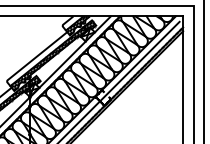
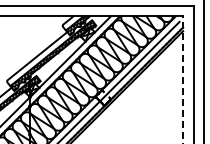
line at (183, 79): solid -> dashed
